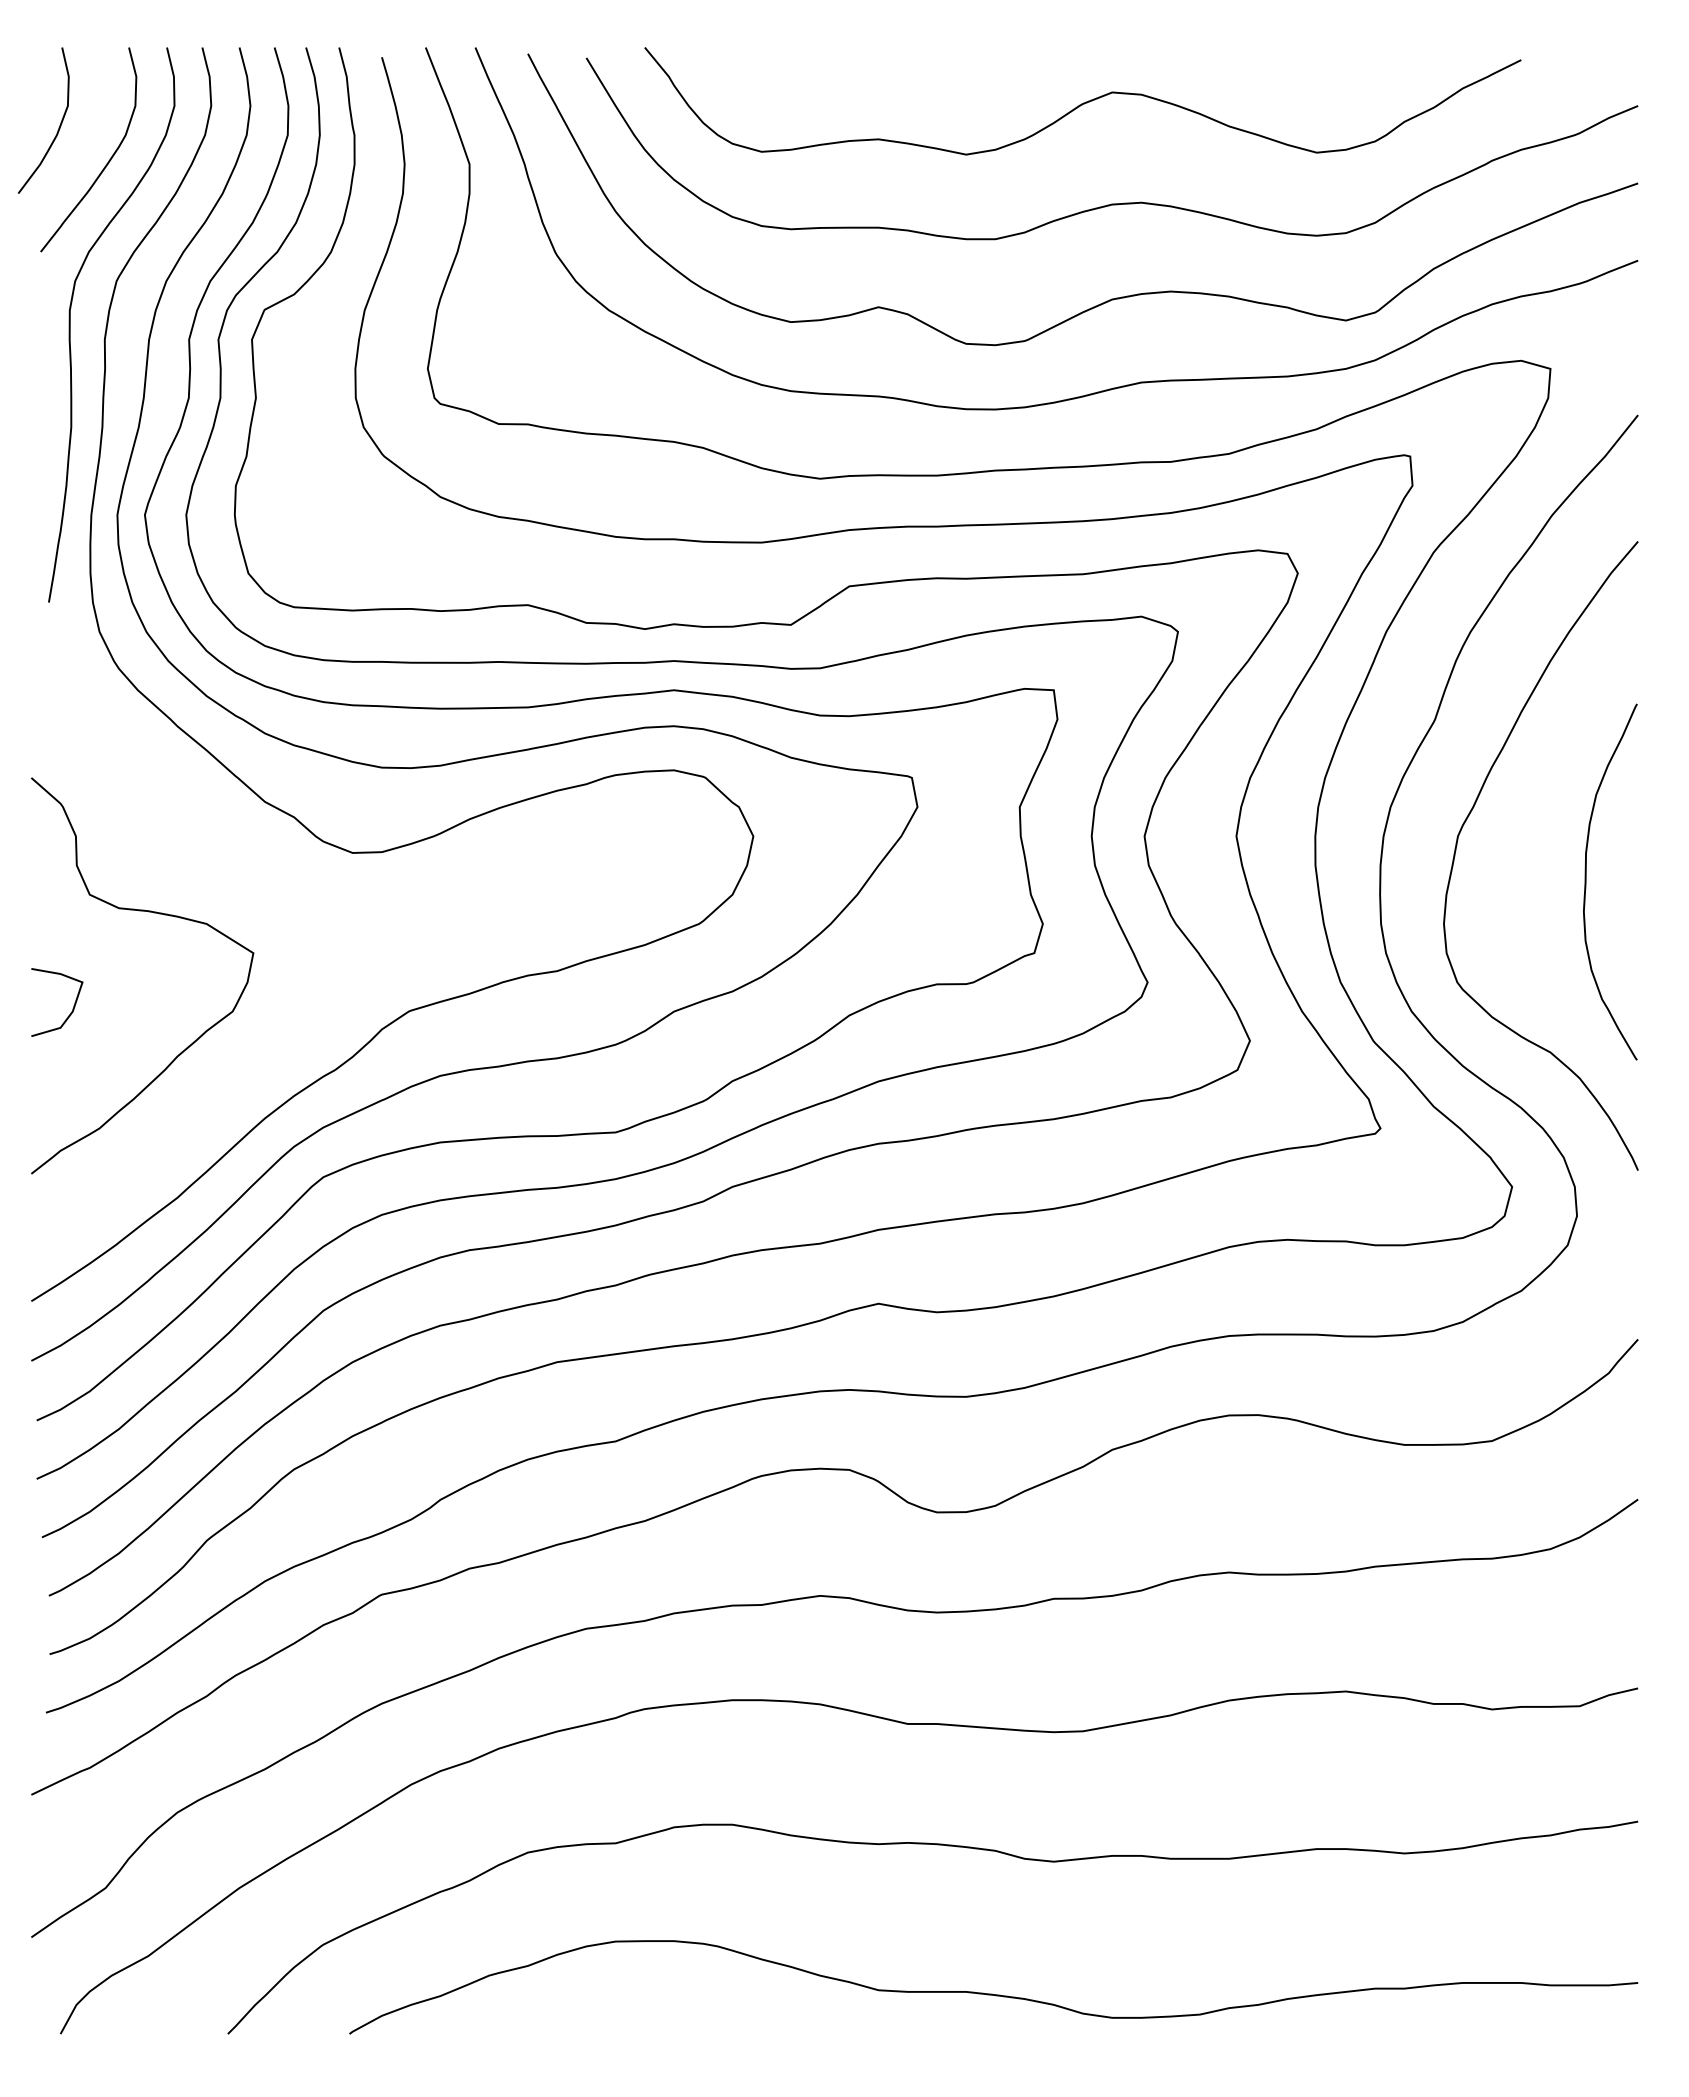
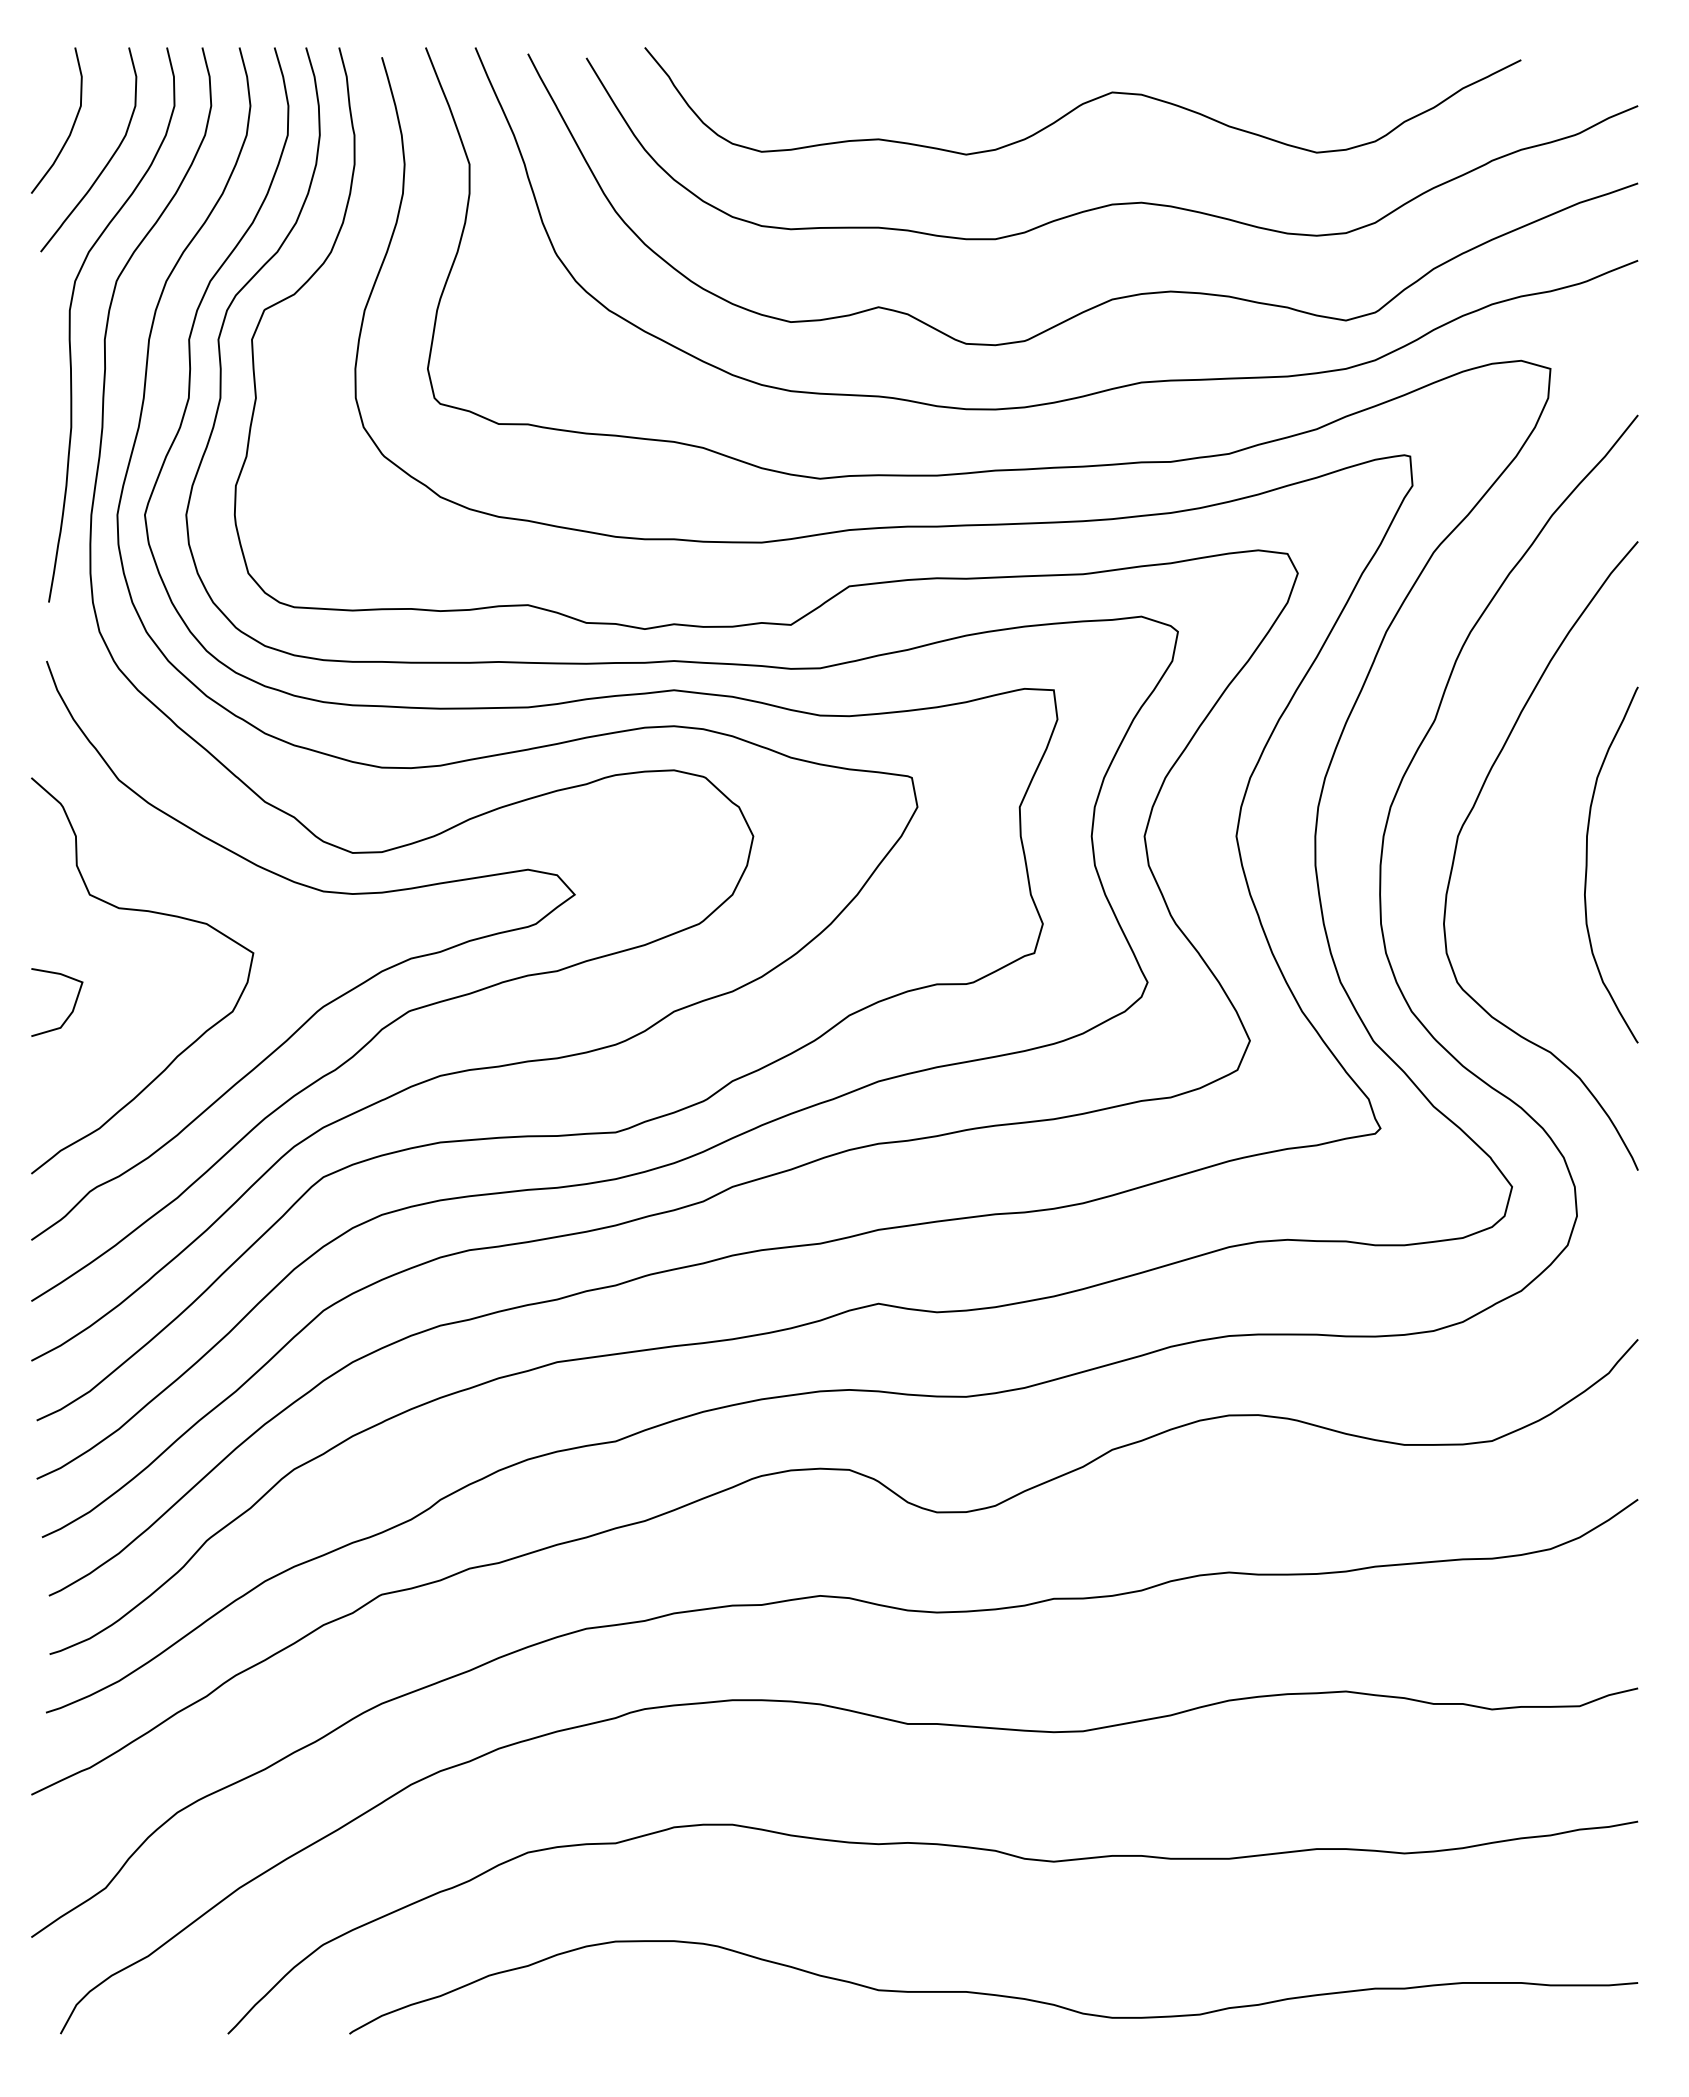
curve at (58, 127) position: (58, 127) -> (71, 127)
curve at (1586, 881) position: (1586, 881) -> (1587, 864)
curve at (331, 1000): none -> present
